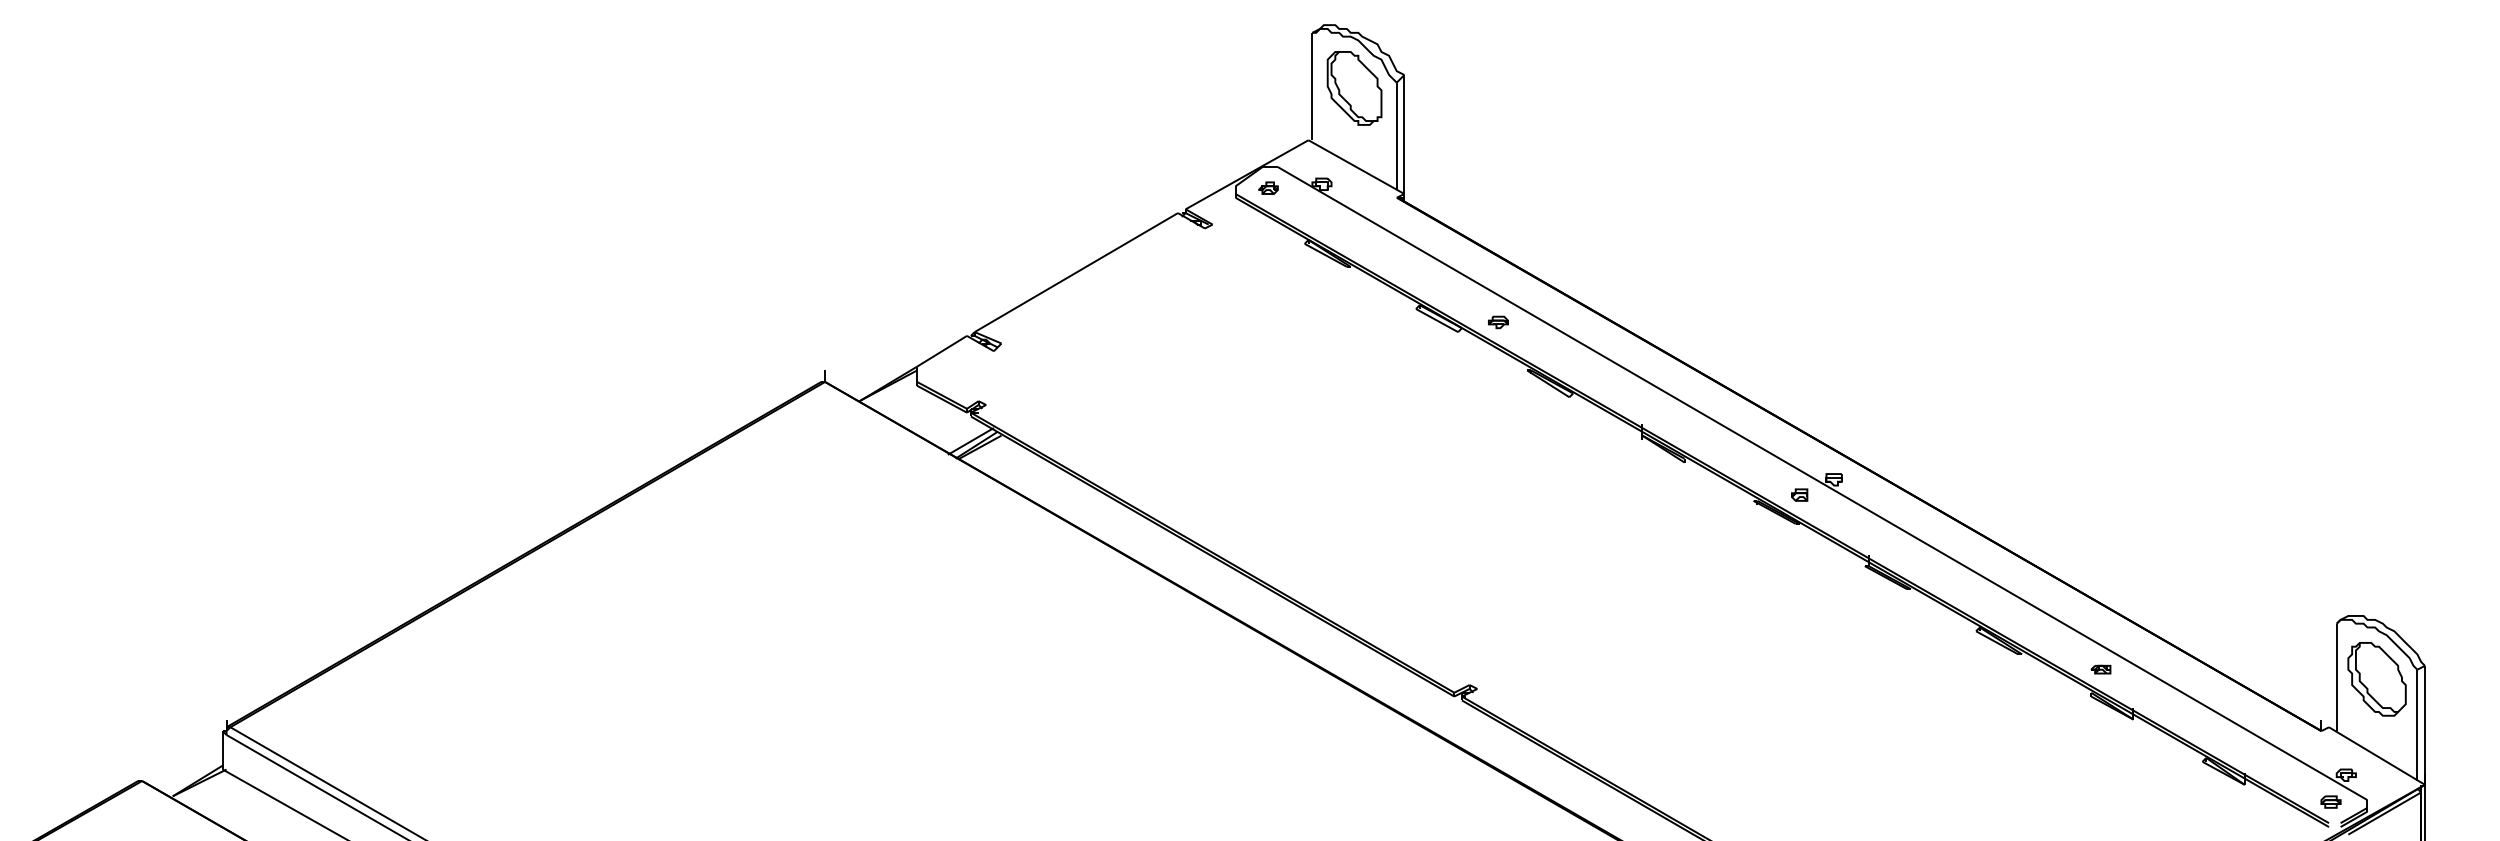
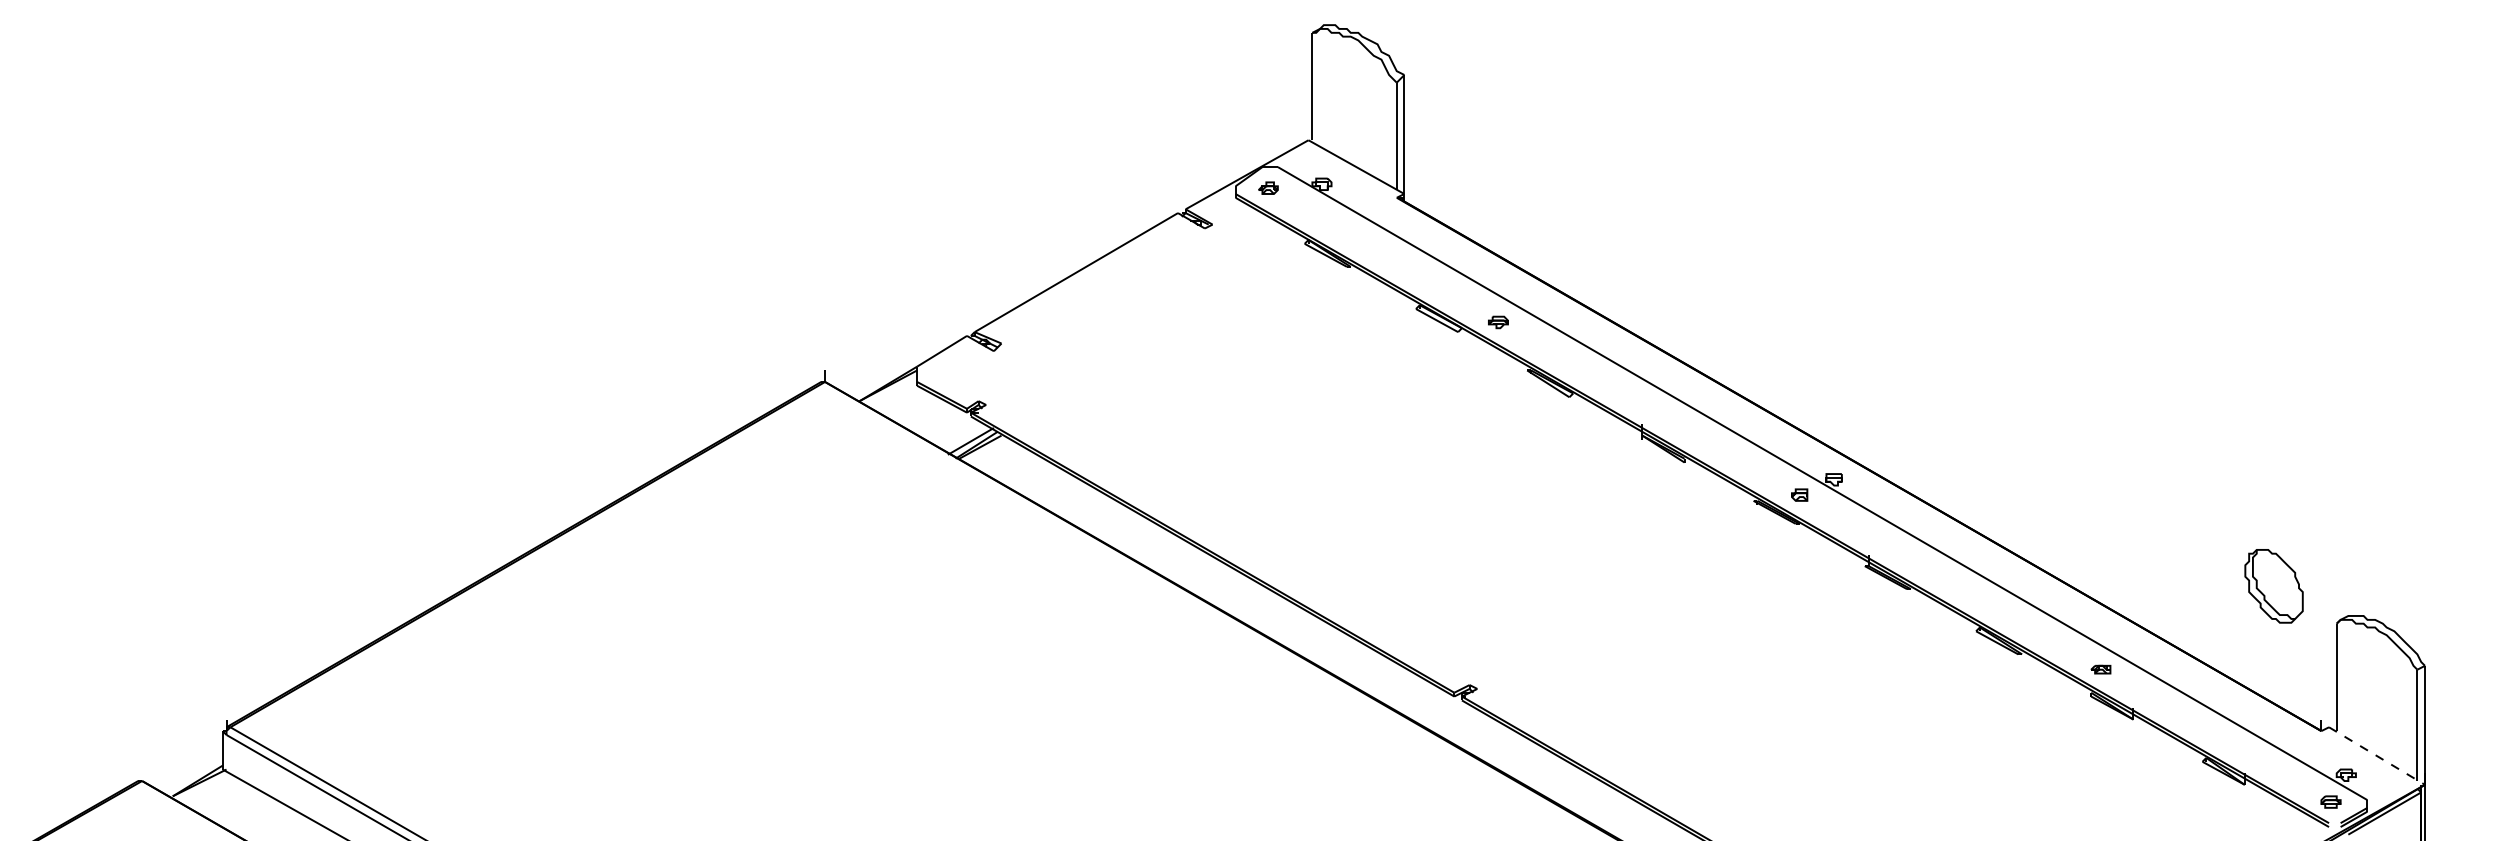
part at (1354, 88): present -> none
part at (2376, 679) position: (2376, 679) -> (2273, 586)
line at (2377, 756): solid -> dashed
